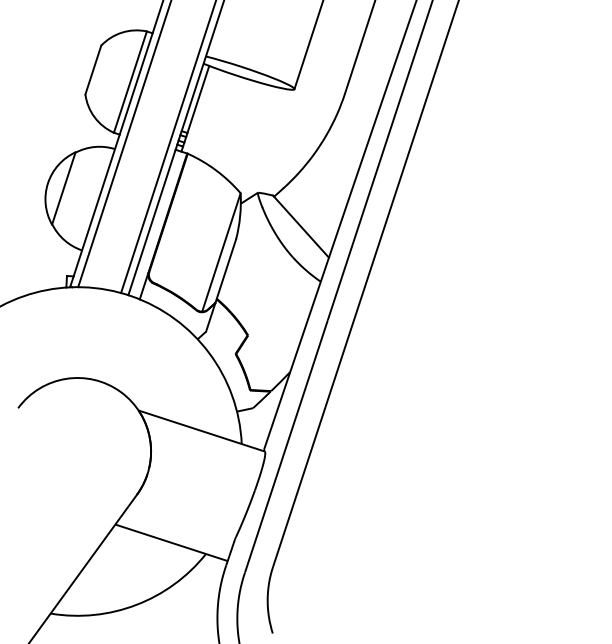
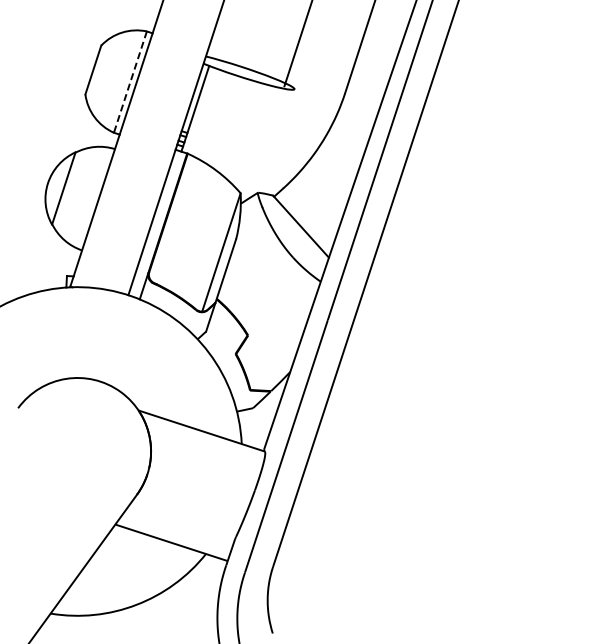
line at (308, 45) position: (308, 45) -> (297, 44)
line at (130, 82): solid -> dashed
line at (124, 144): present -> none
line at (168, 147): present -> none
